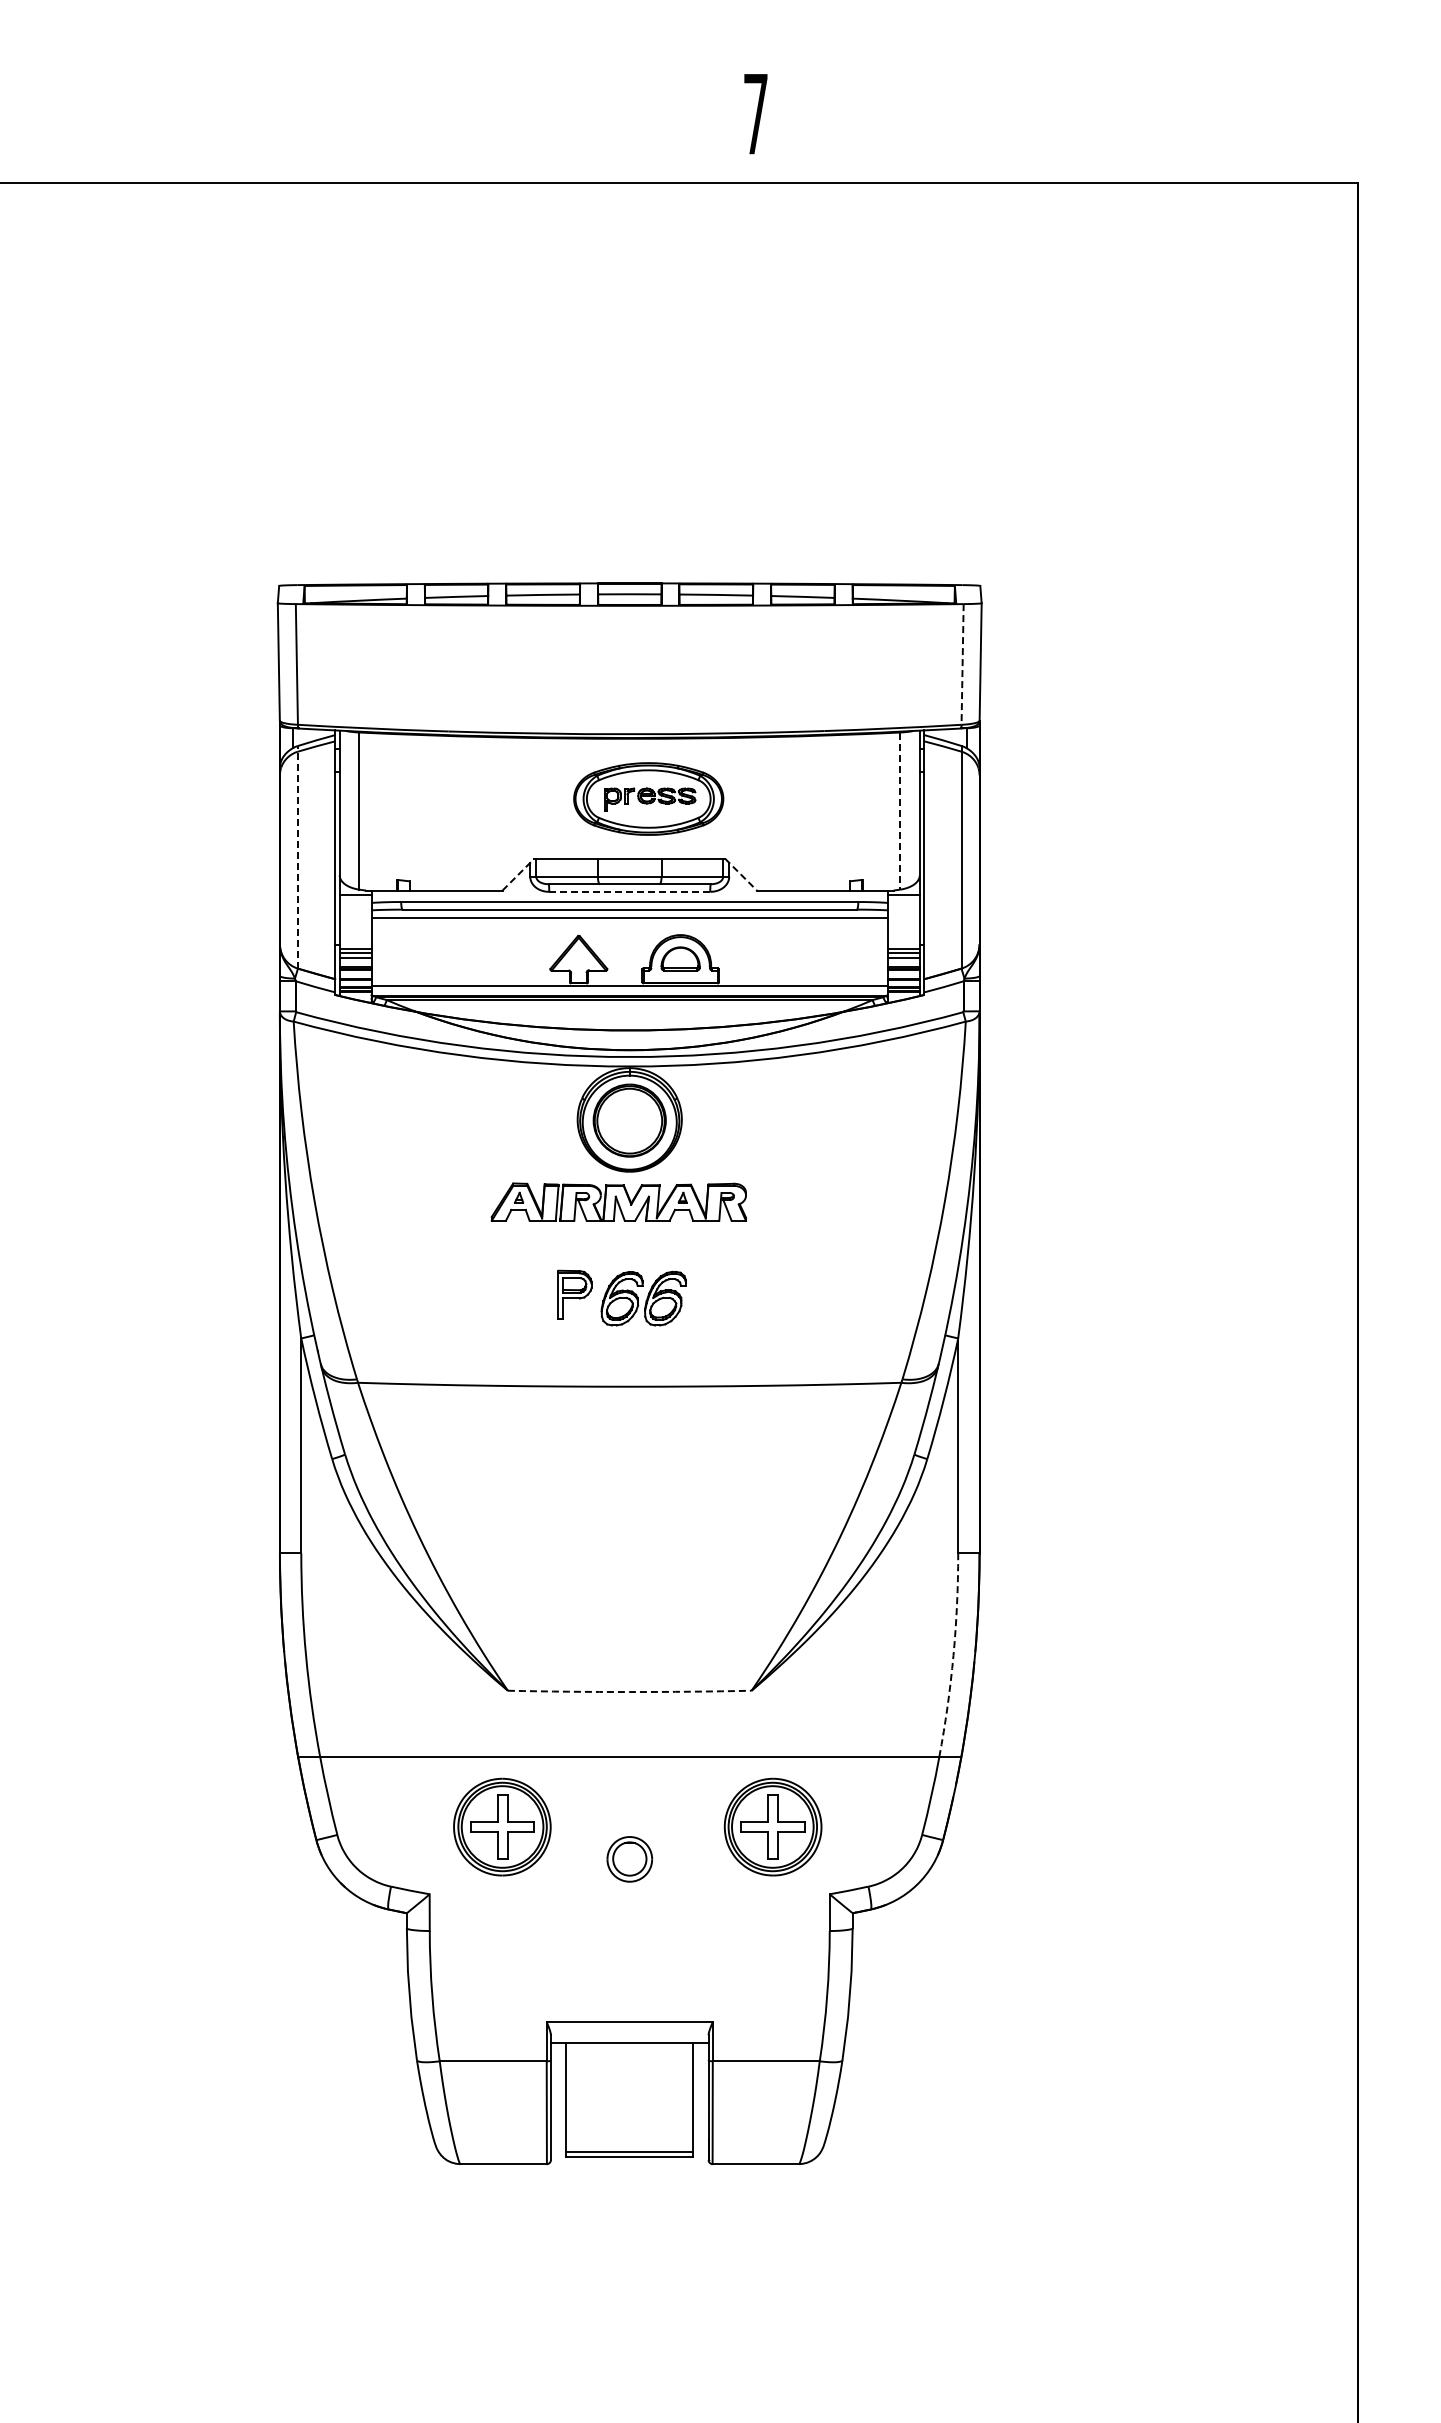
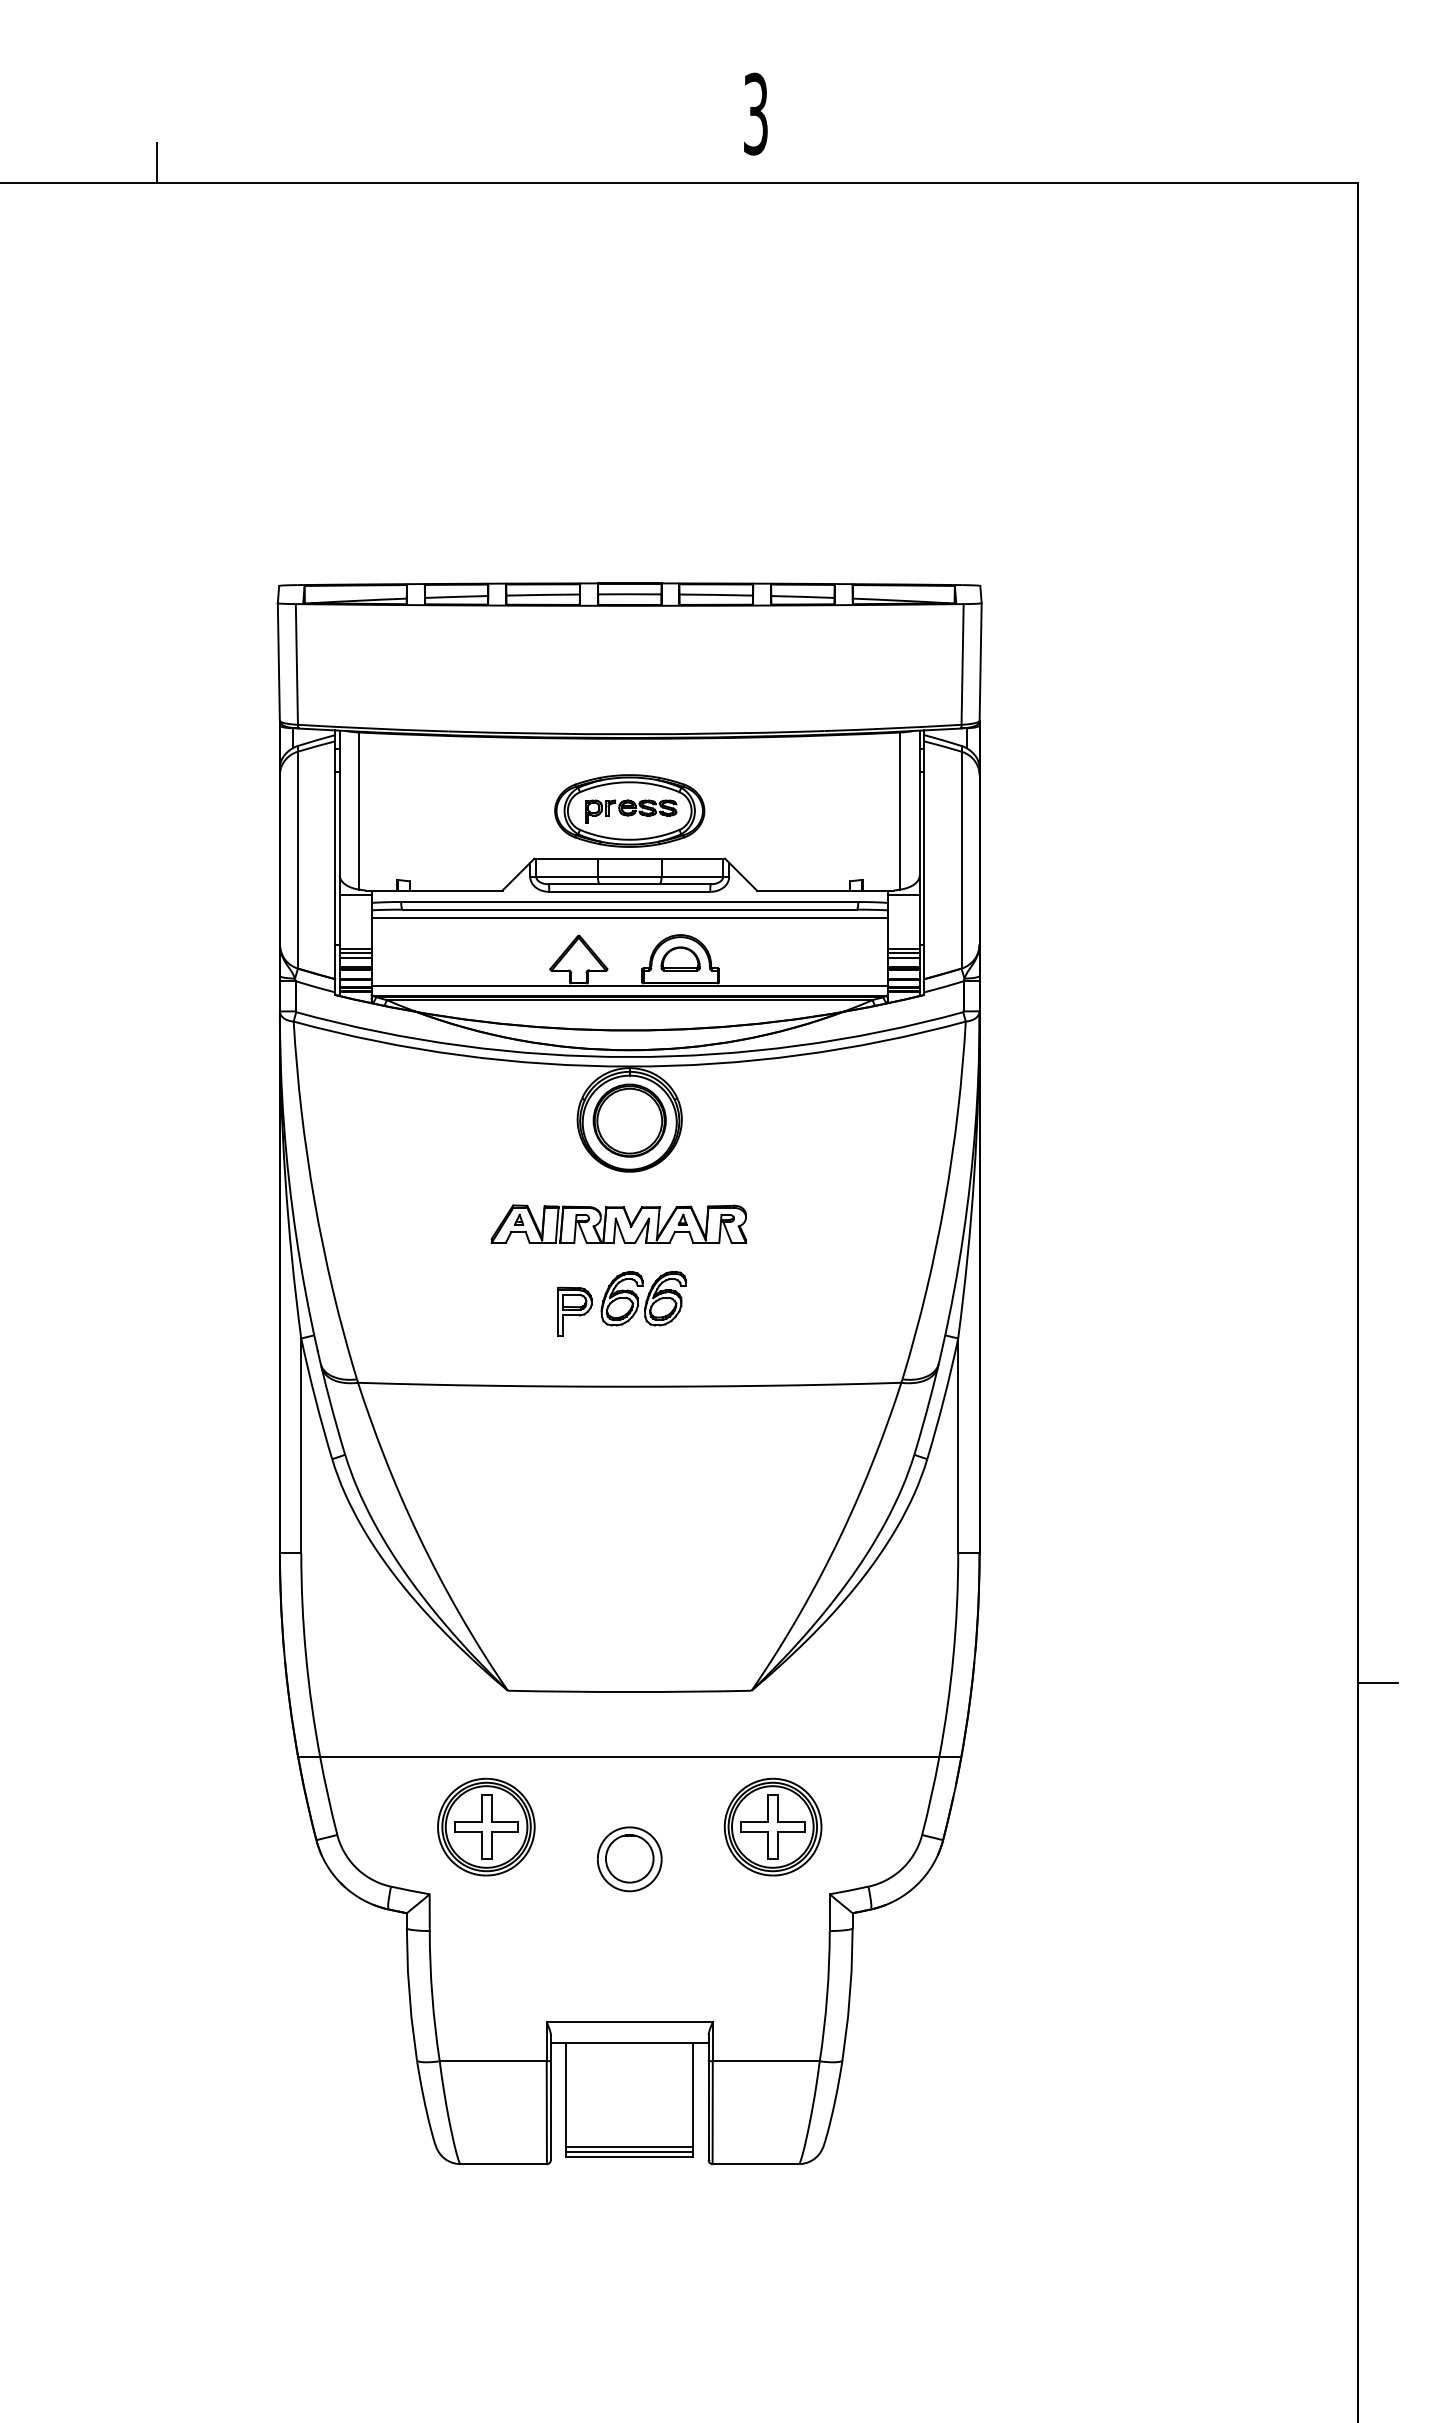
text at (755, 113): 7 -> 3
line at (157, 162): none -> present
line at (962, 664): dashed -> solid
part at (648, 798) position: (648, 798) -> (629, 810)
line at (900, 811): dashed -> solid
line at (298, 856): dashed -> solid
line at (518, 874): dashed -> solid
line at (741, 875): dashed -> solid
line at (629, 891): dashed -> solid
part at (618, 1201) position: (618, 1201) -> (618, 1223)
part at (574, 1294) position: (574, 1294) -> (574, 1311)
arc at (953, 1655): dashed -> solid
line at (1377, 1682): none -> present
arc at (629, 1692): dashed -> solid
part at (502, 1826) position: (502, 1826) -> (486, 1826)
part at (629, 1859) size: 48x47 px -> 66x67 px
line at (629, 2146): none -> present
